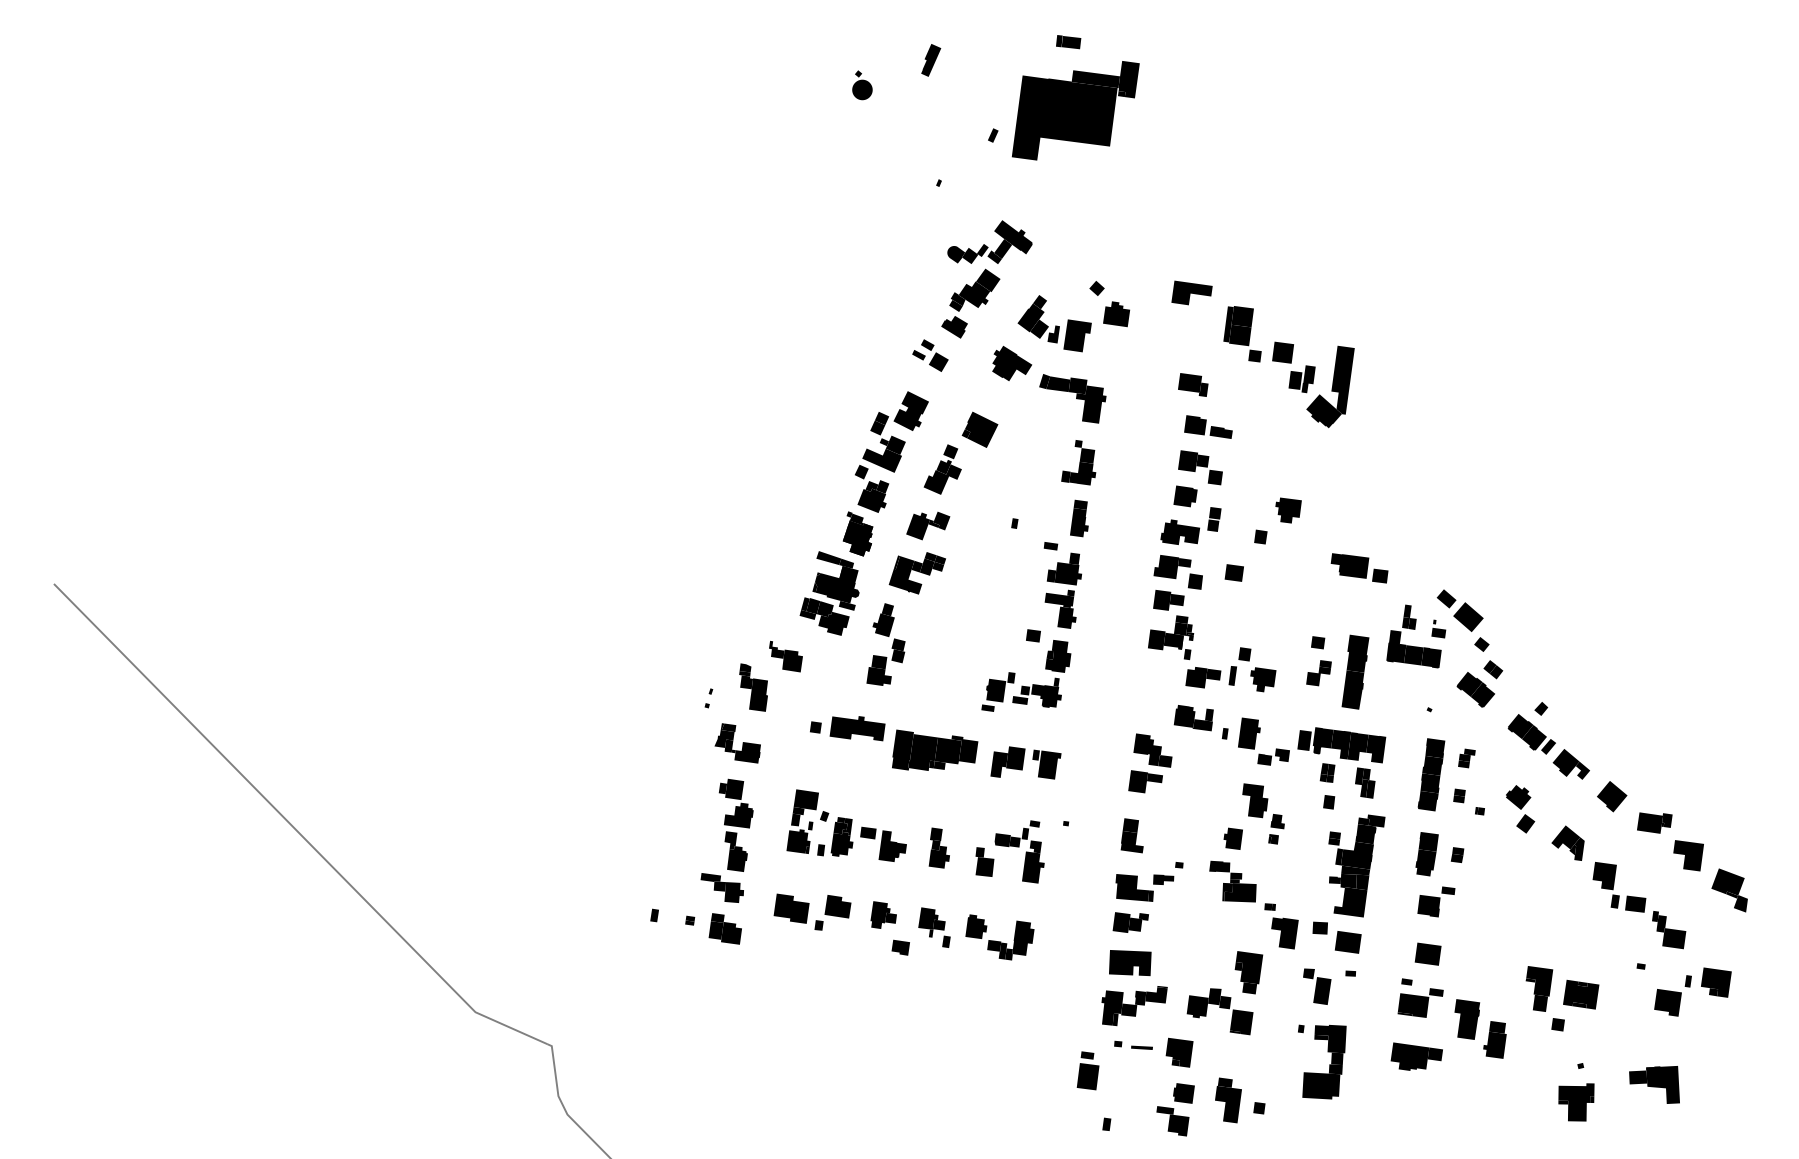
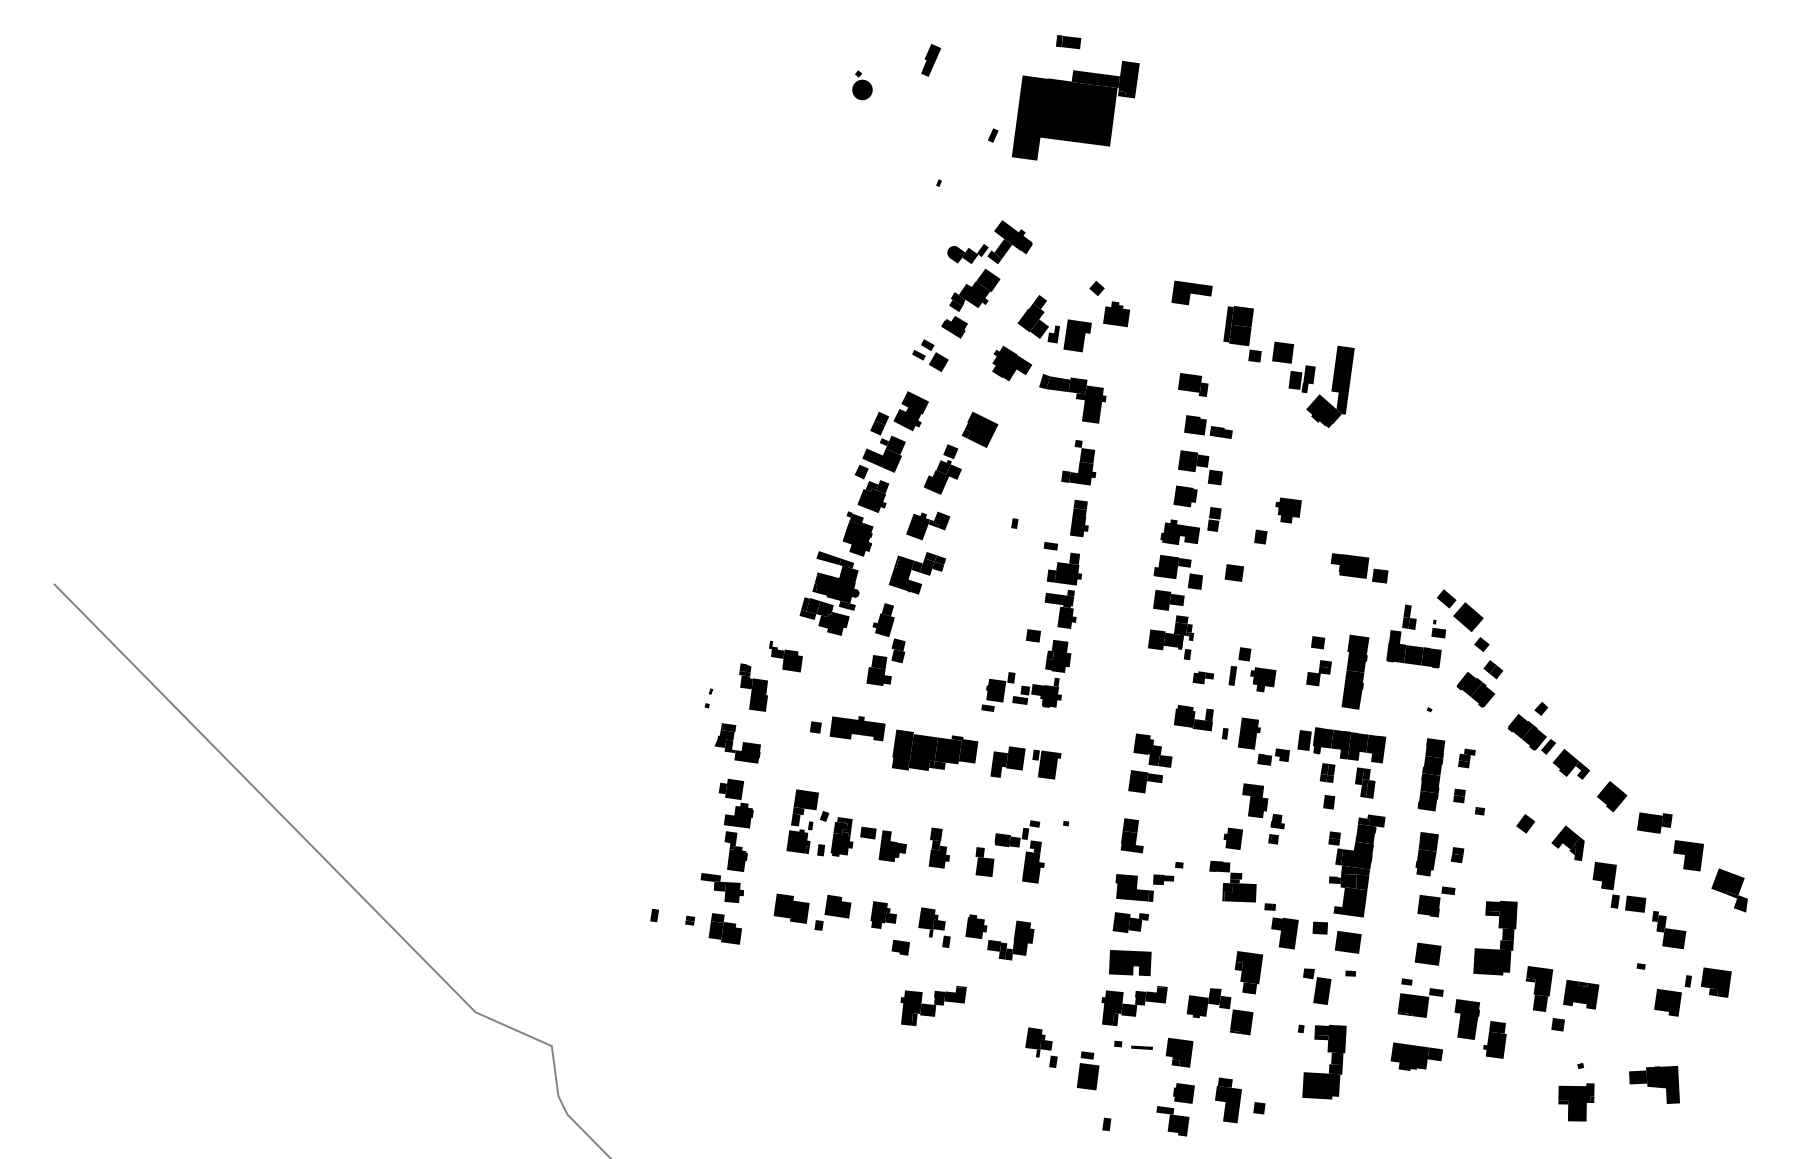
part at (1203, 677) size: 37x22 px -> 23x14 px
fill at (1518, 797): present -> none
part at (1495, 937): none -> present
fill at (1579, 1005): present -> none
part at (933, 1006): none -> present
part at (1041, 1047): none -> present
